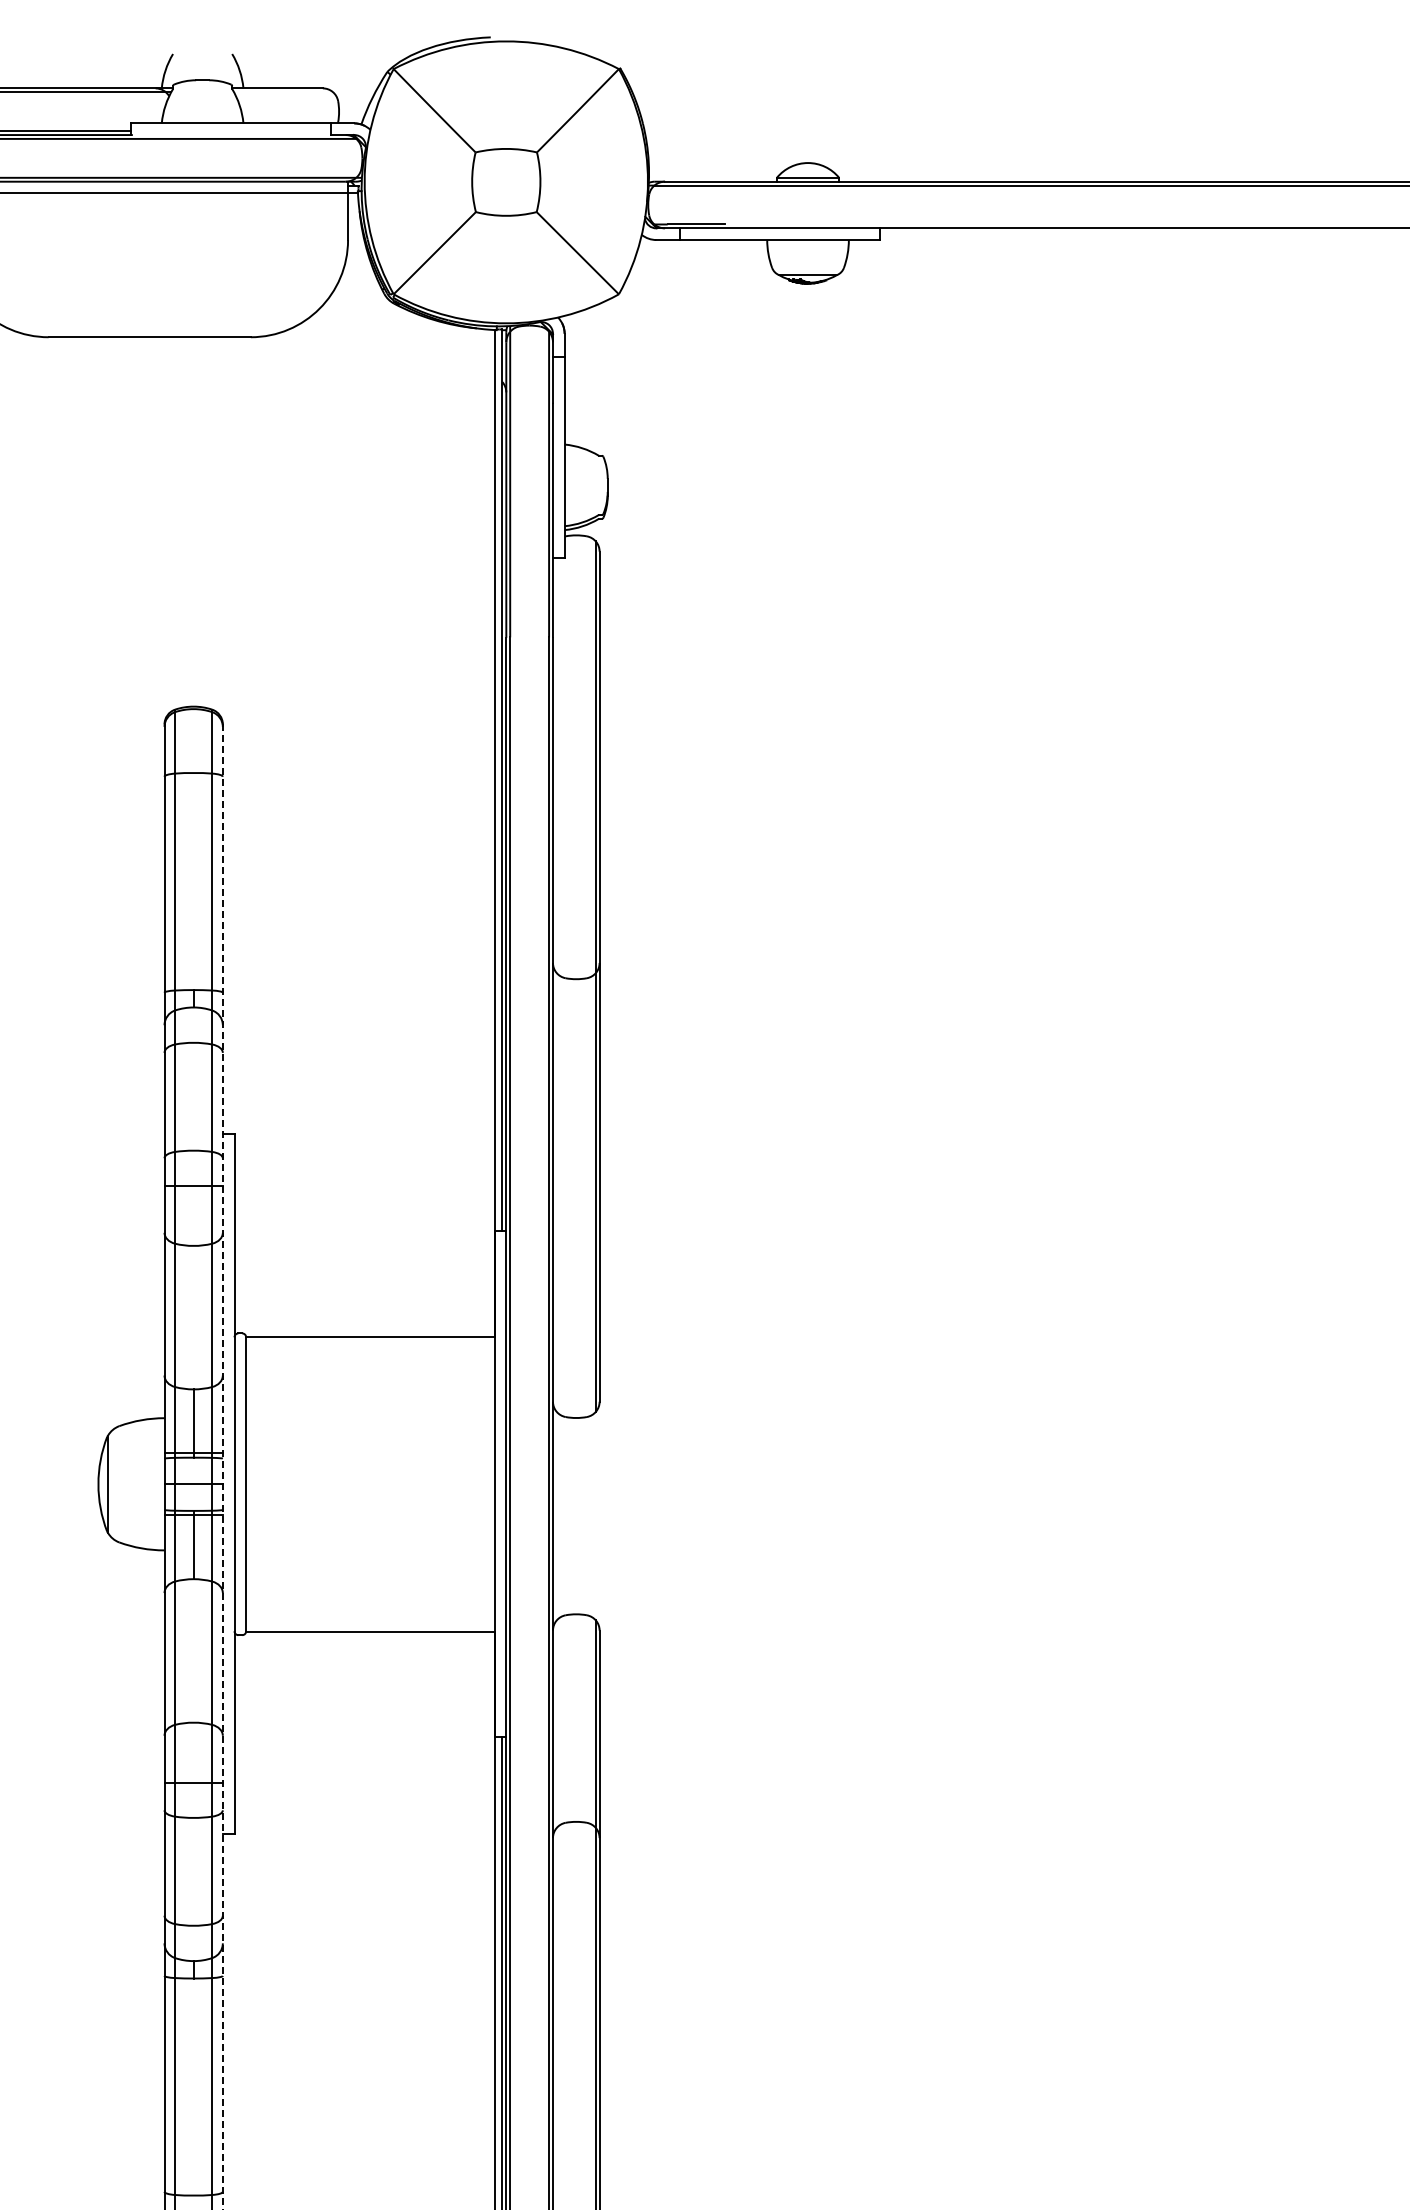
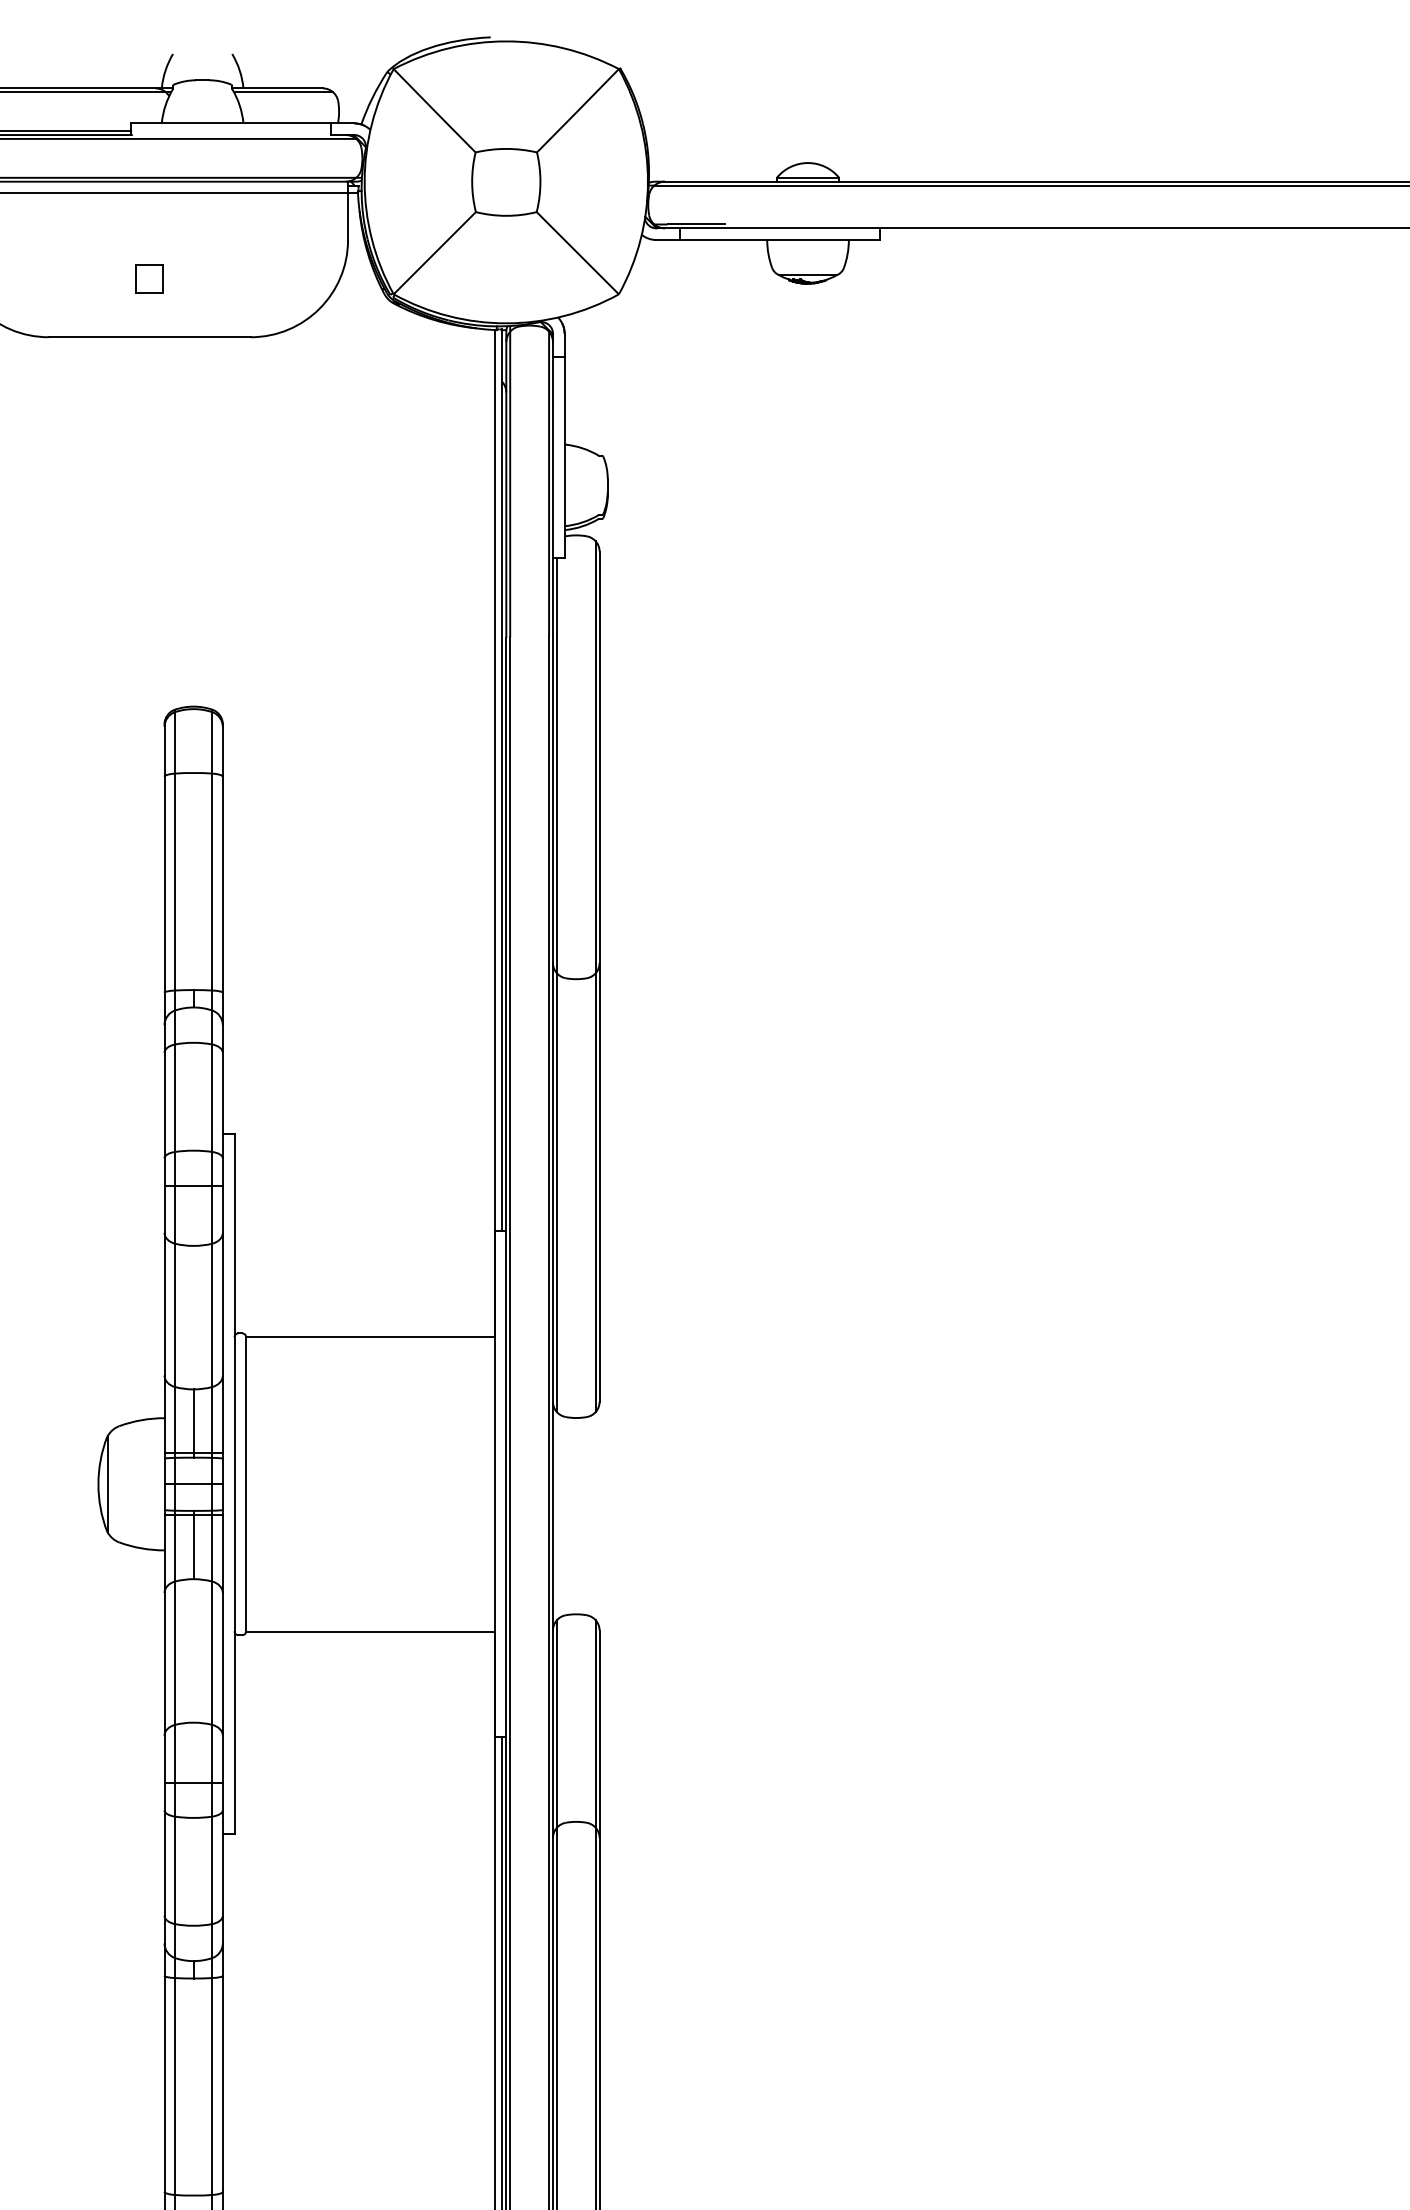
line at (283, 92): none -> present
part at (149, 278): none -> present
line at (556, 984): none -> present
line at (222, 1467): dashed -> solid
line at (556, 1913): none -> present
